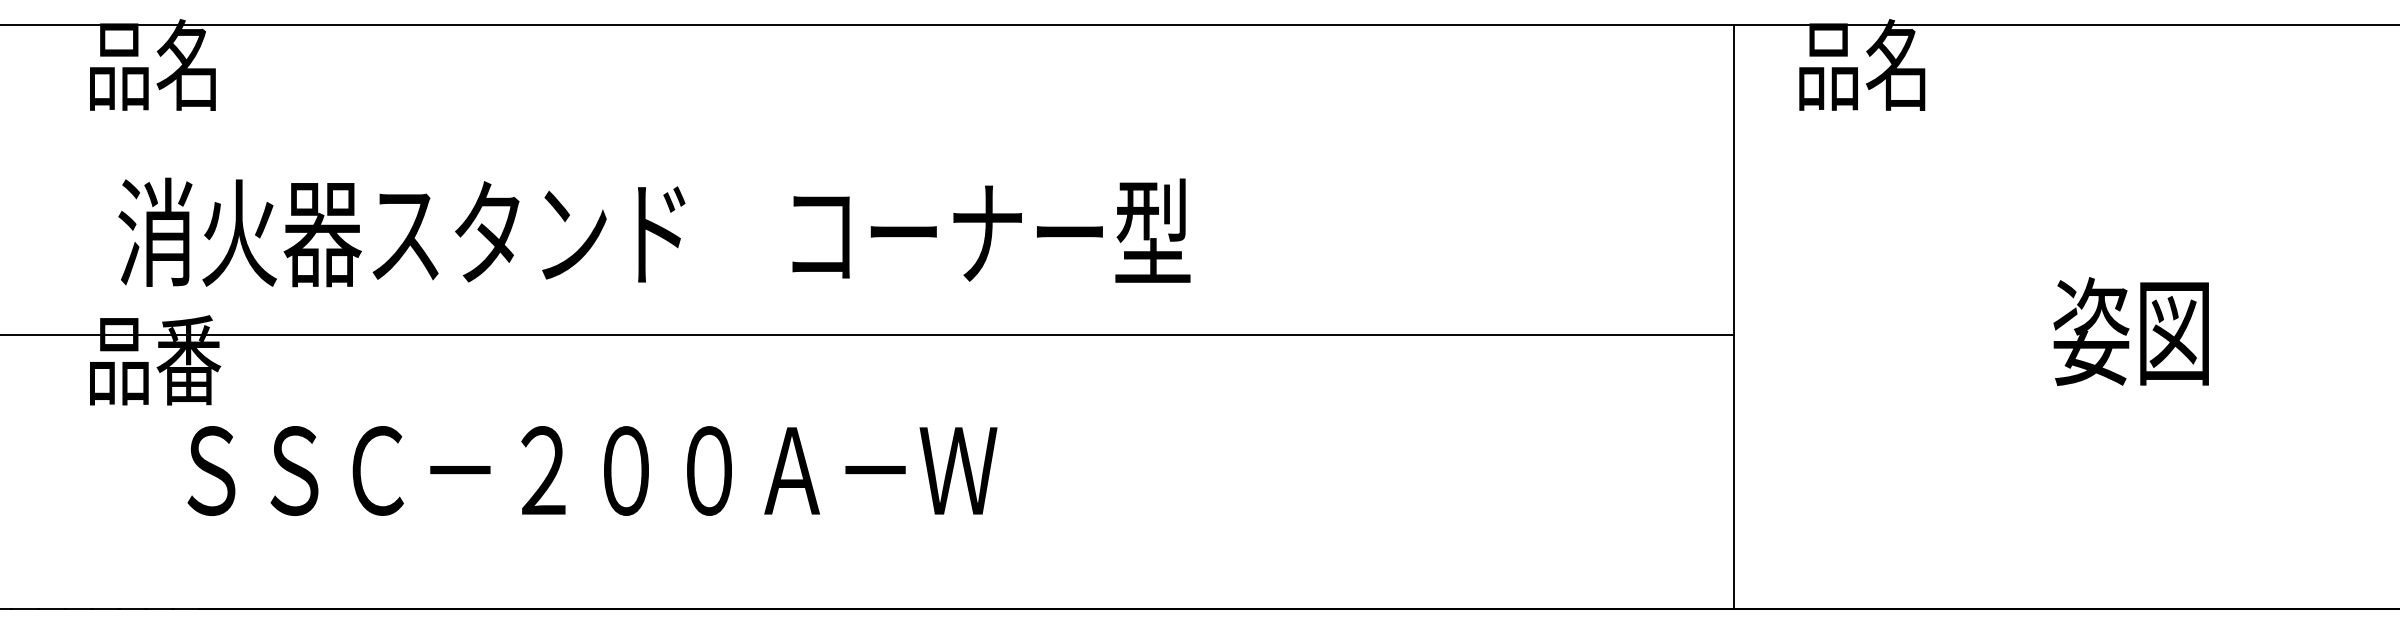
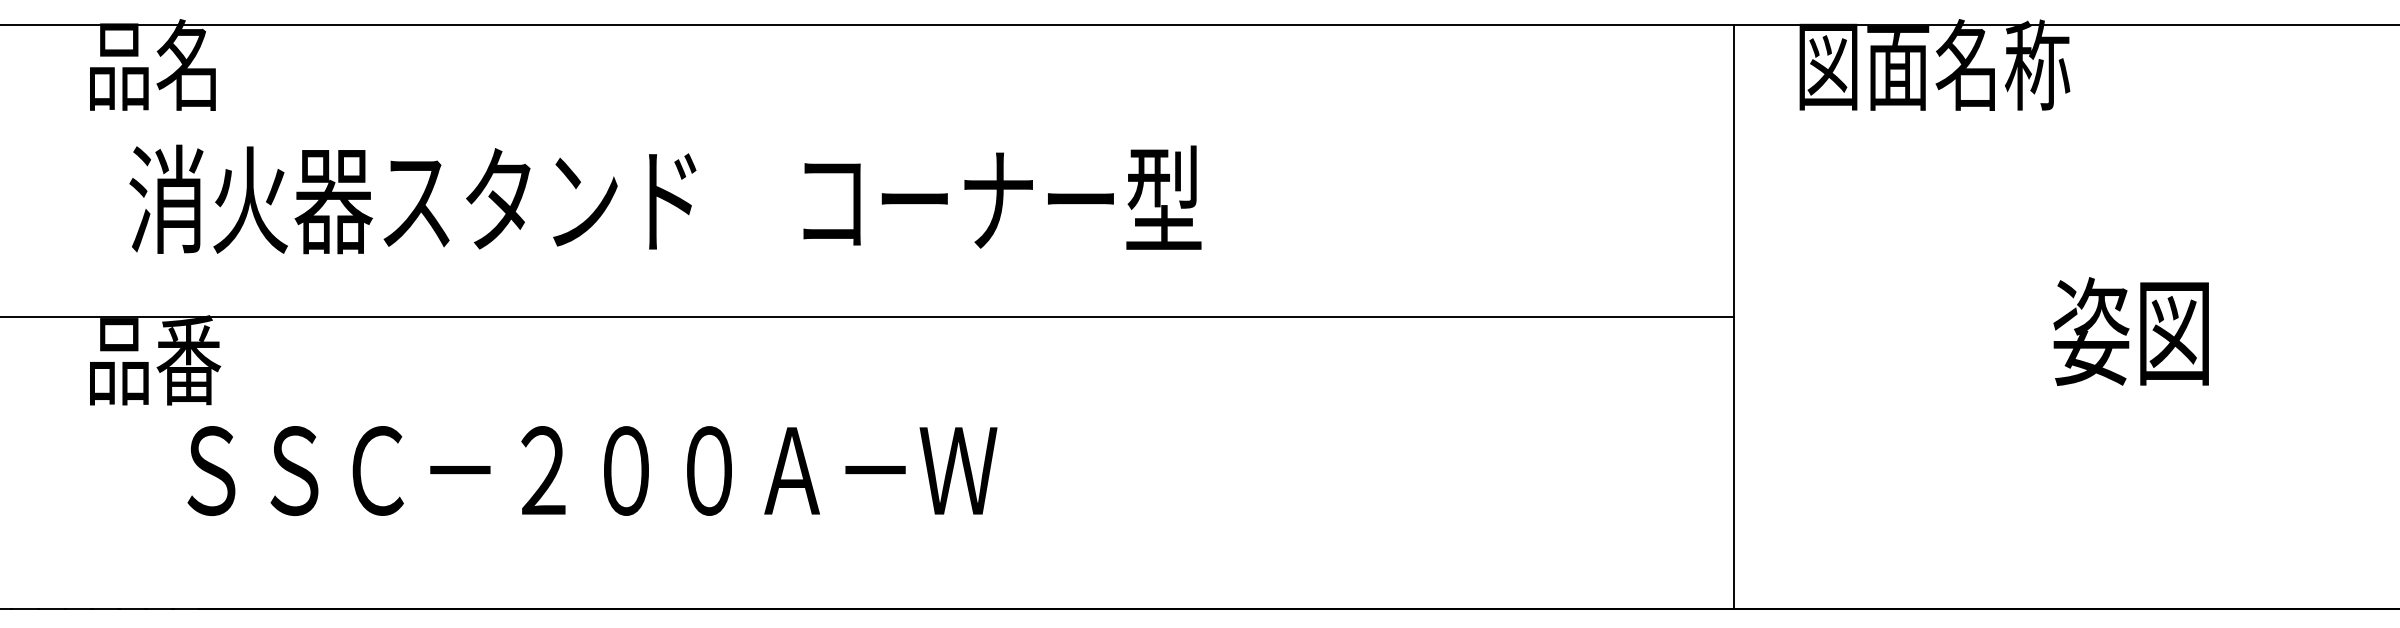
text at (1934, 64): 品名 -> 図面名称
text at (654, 232) position: (654, 232) -> (665, 199)
line at (868, 335) position: (868, 335) -> (868, 317)
